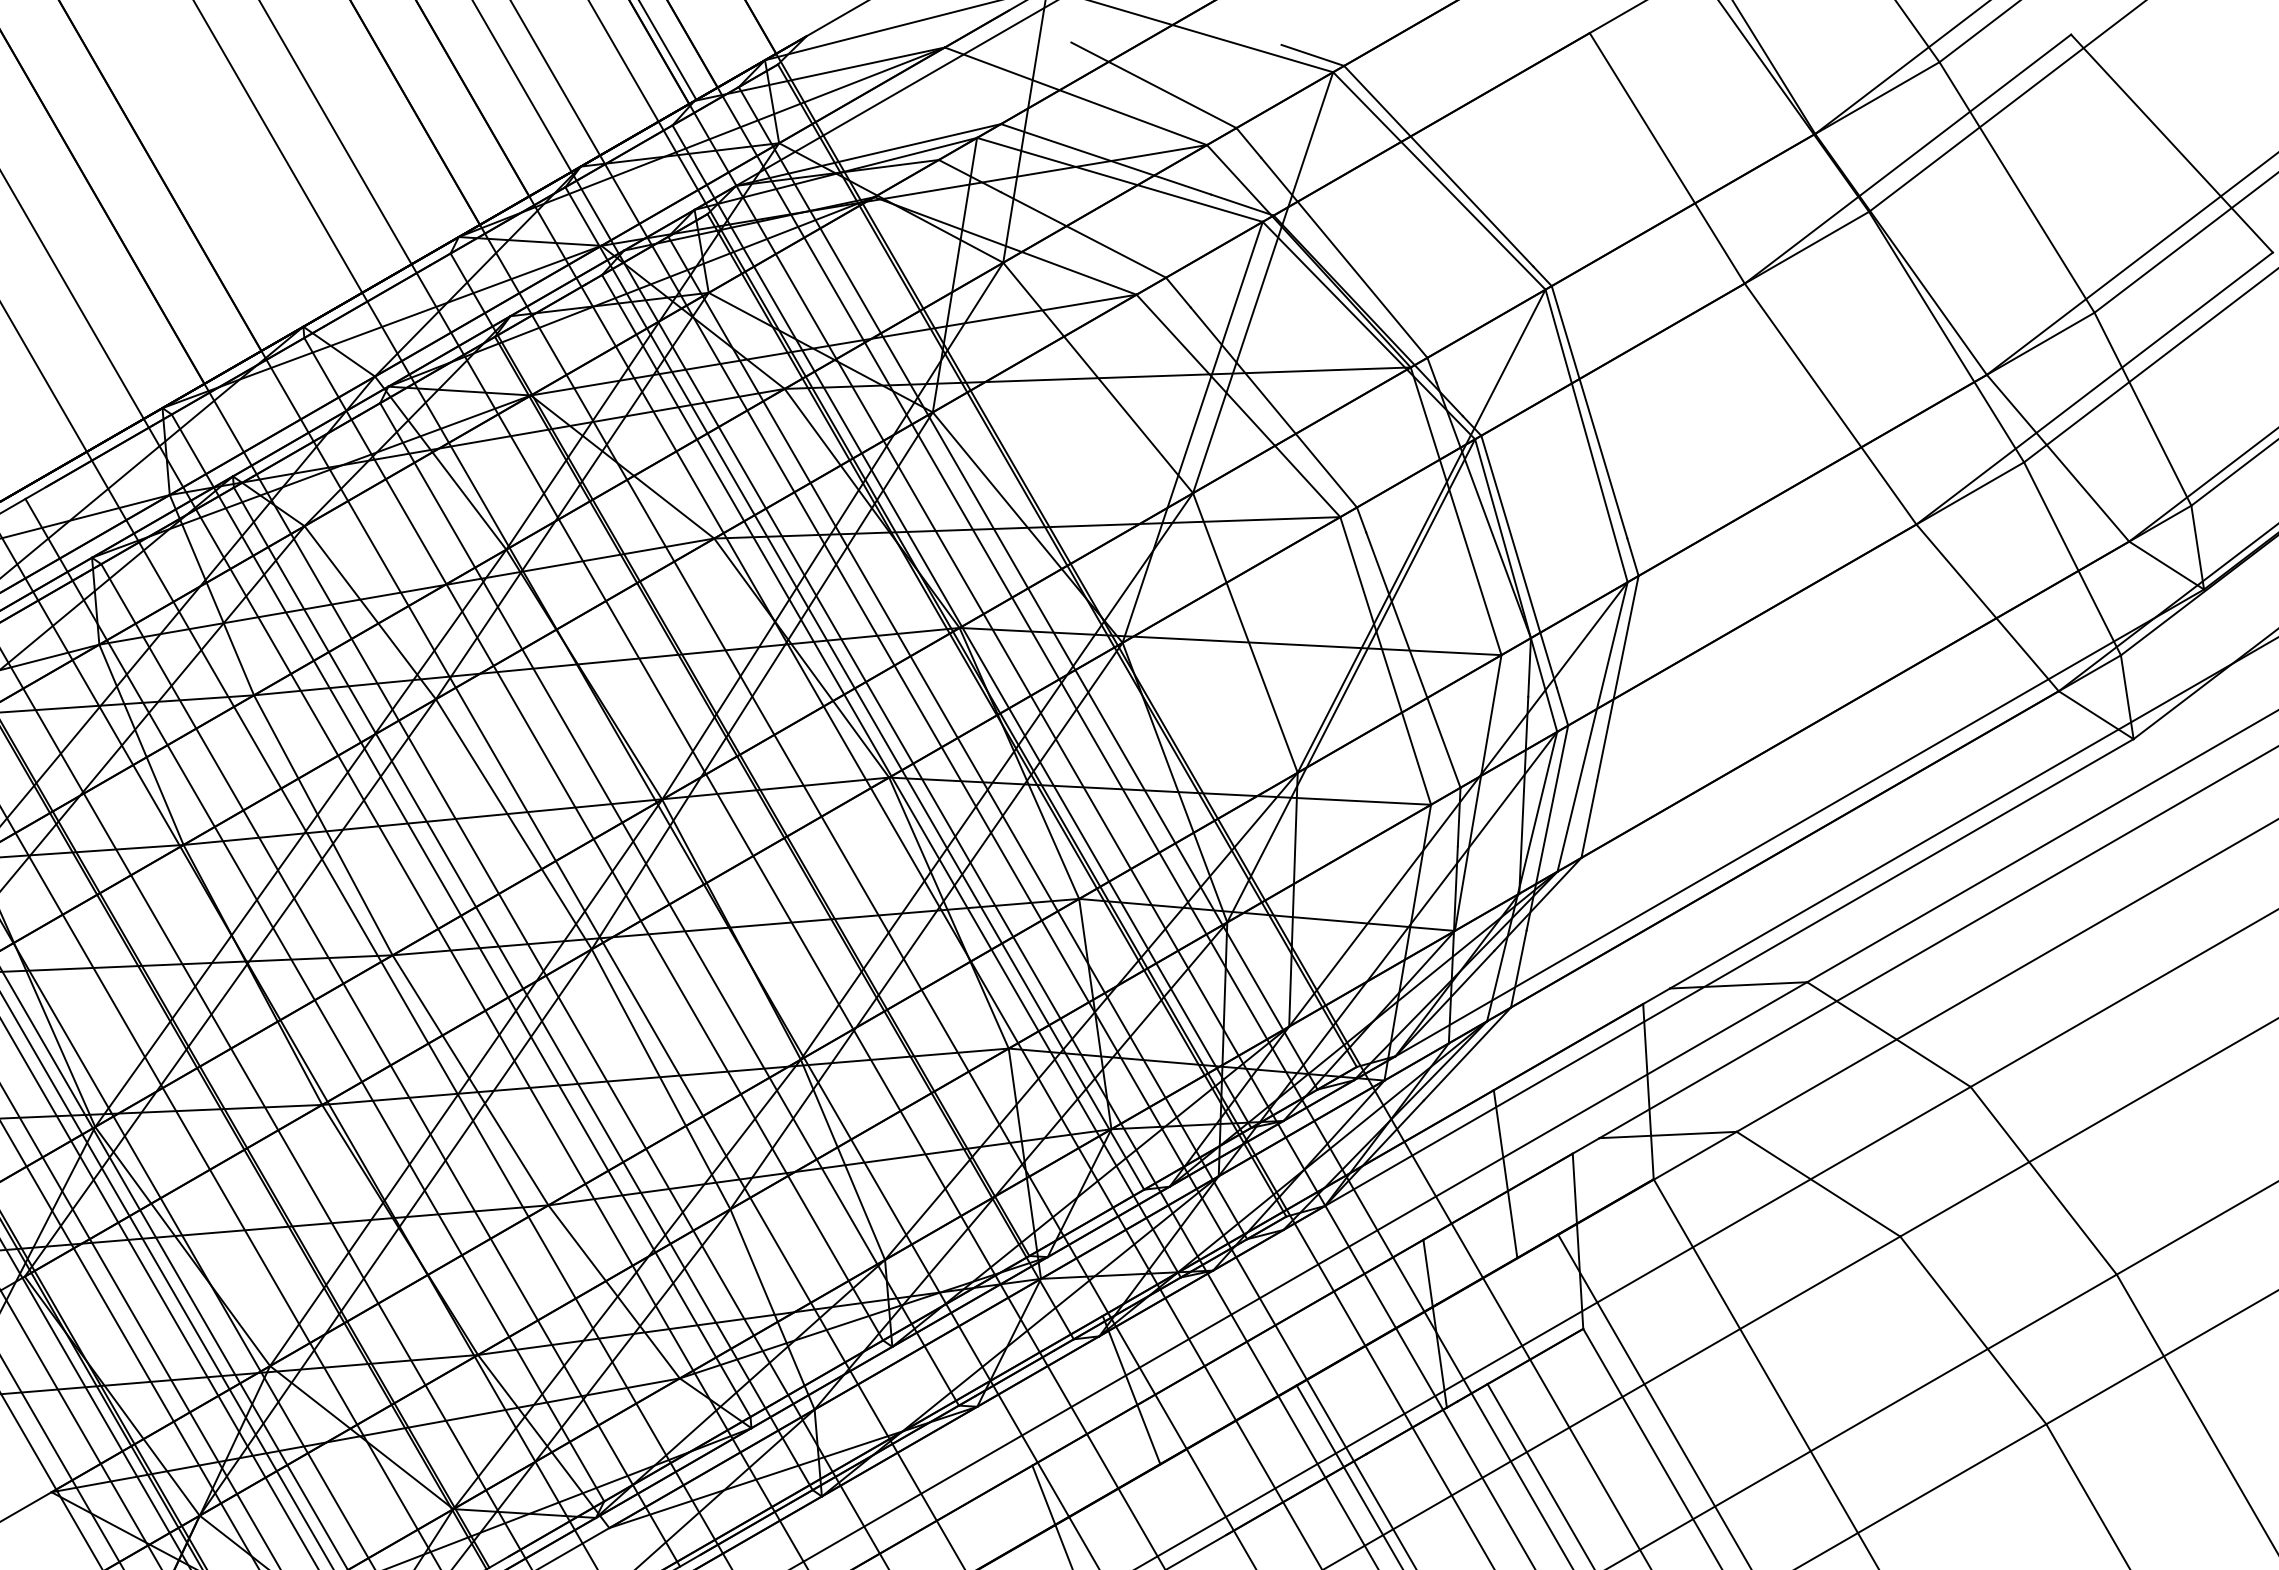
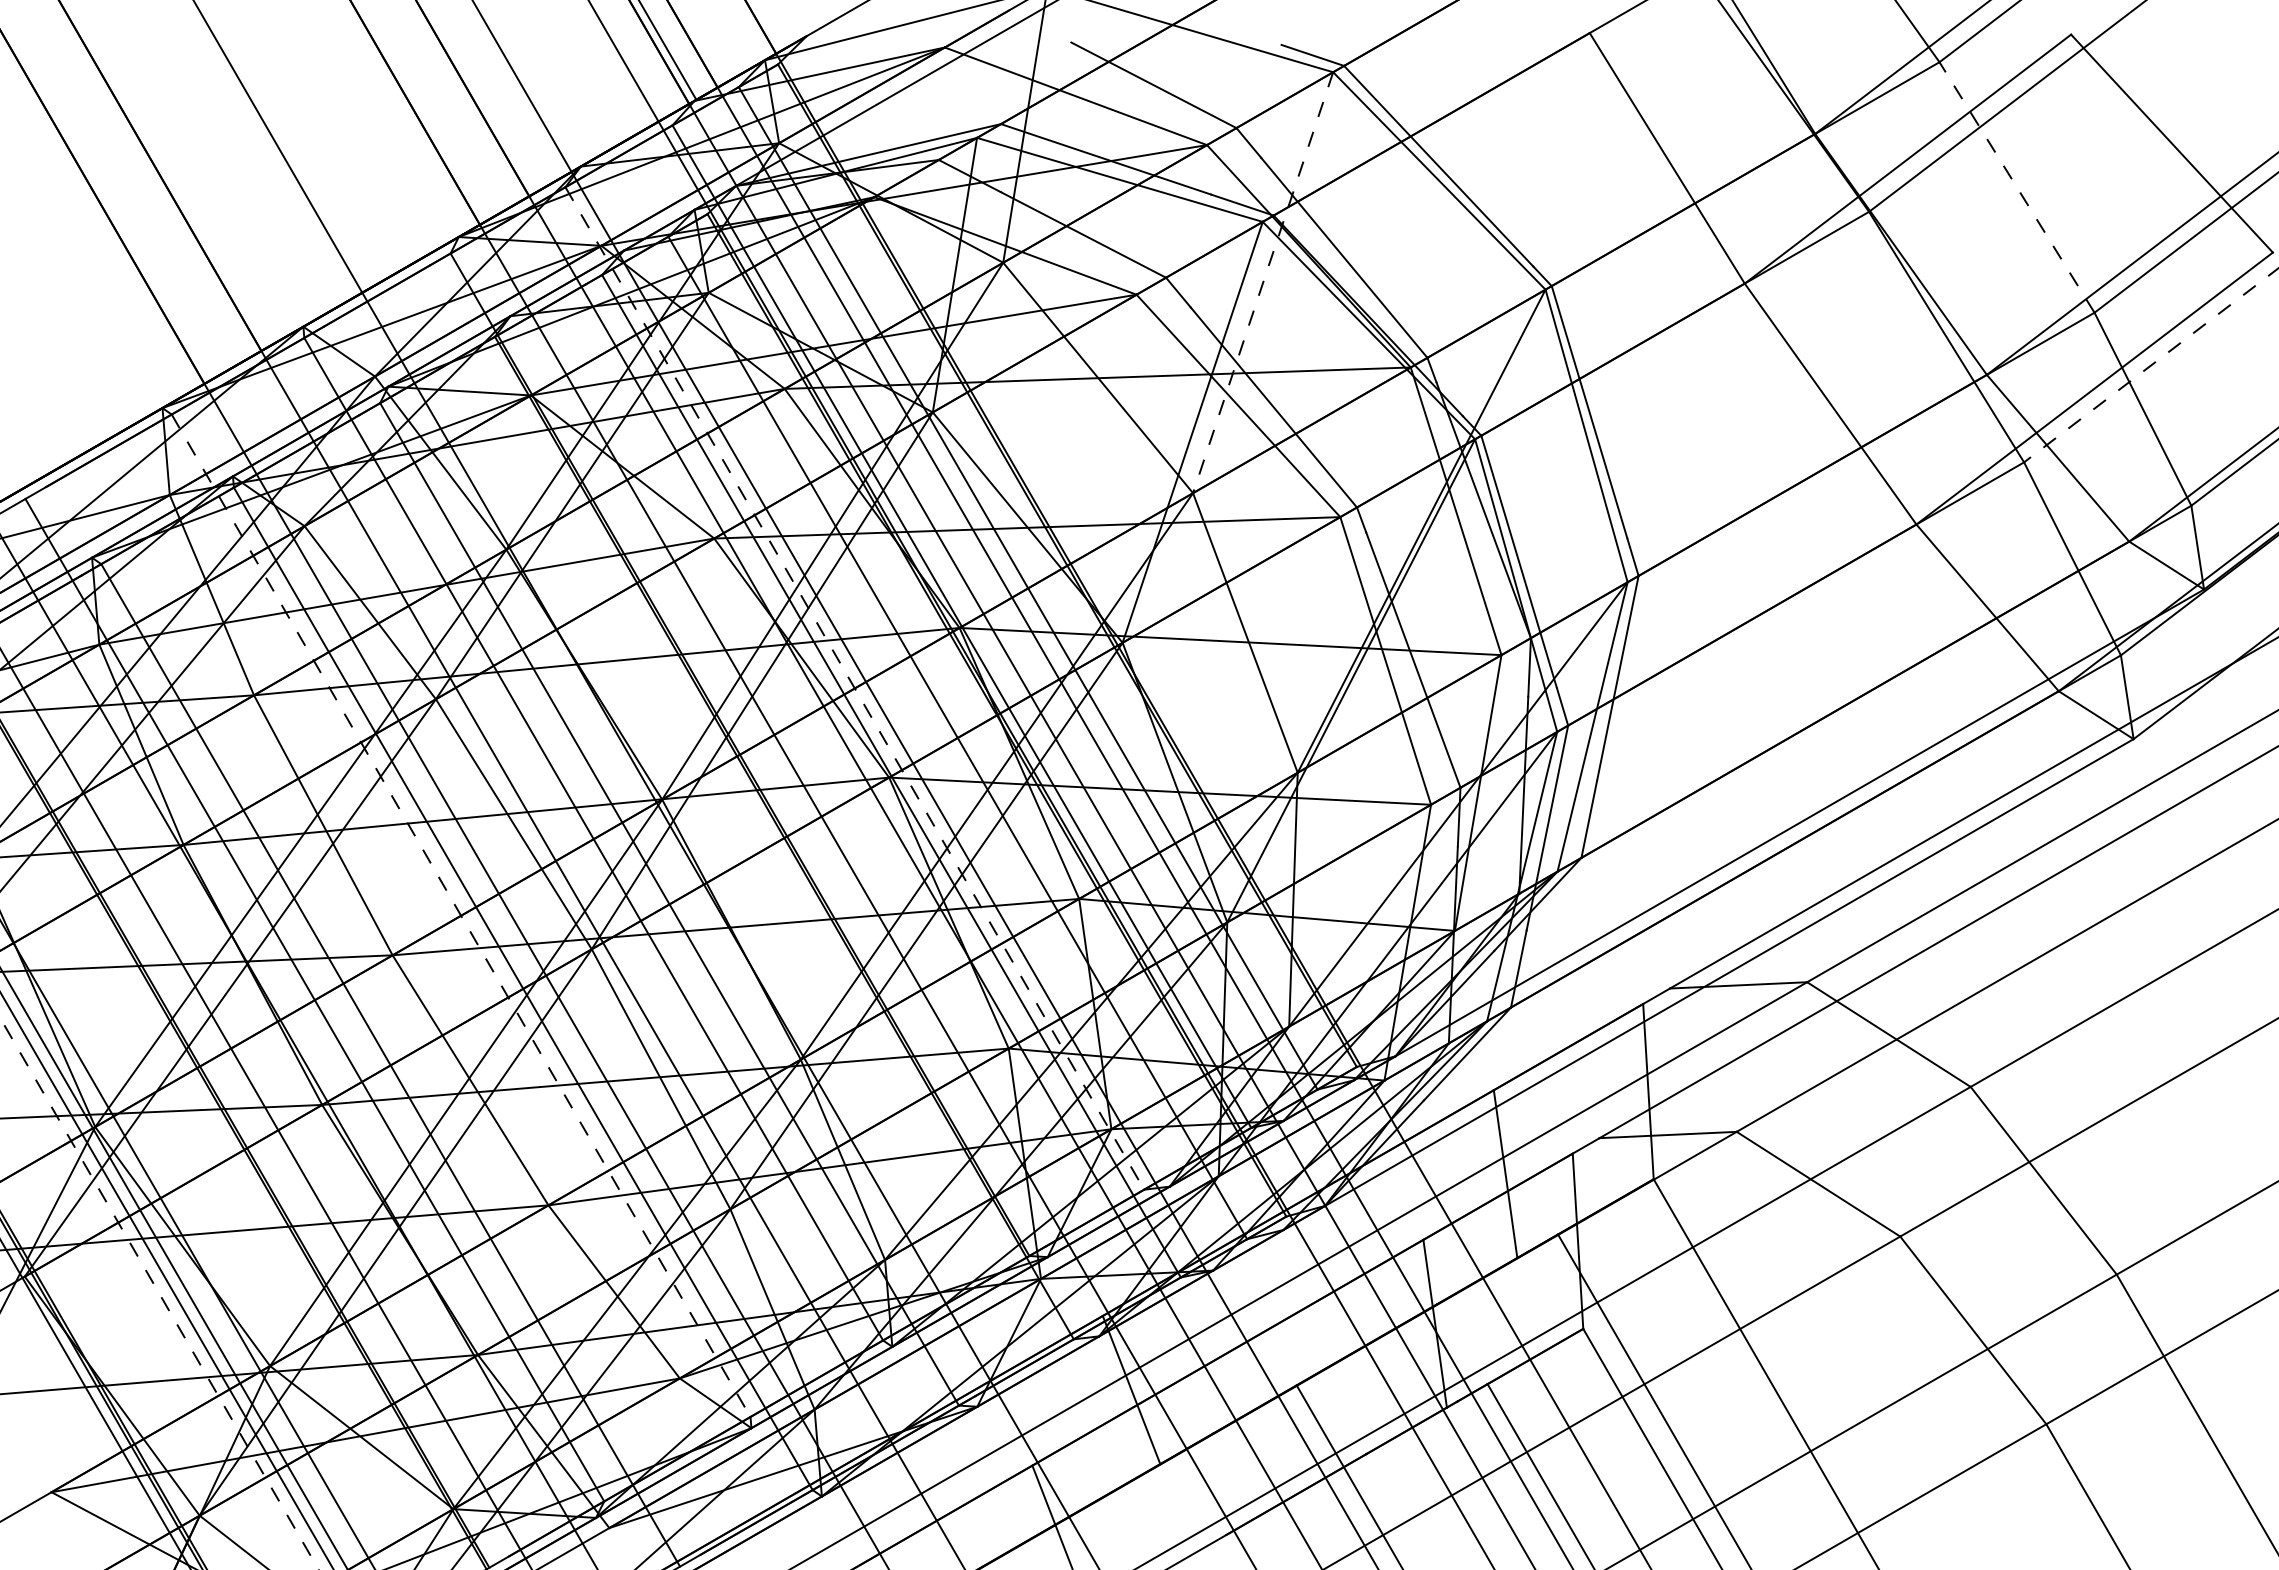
line at (2016, 187): solid -> dashed
line at (1263, 282): solid -> dashed
line at (2151, 365): solid -> dashed
line at (854, 688): solid -> dashed
line at (711, 784): present -> none
line at (962, 784): present -> none
line at (404, 869): present -> none
line at (461, 915): solid -> dashed
line at (366, 935): present -> none
line at (220, 1187): present -> none
line at (159, 1293): solid -> dashed
line at (140, 1326): present -> none
line at (129, 1345): present -> none
line at (80, 1429): present -> none
line at (61, 1462): present -> none
line at (51, 1481): present -> none
